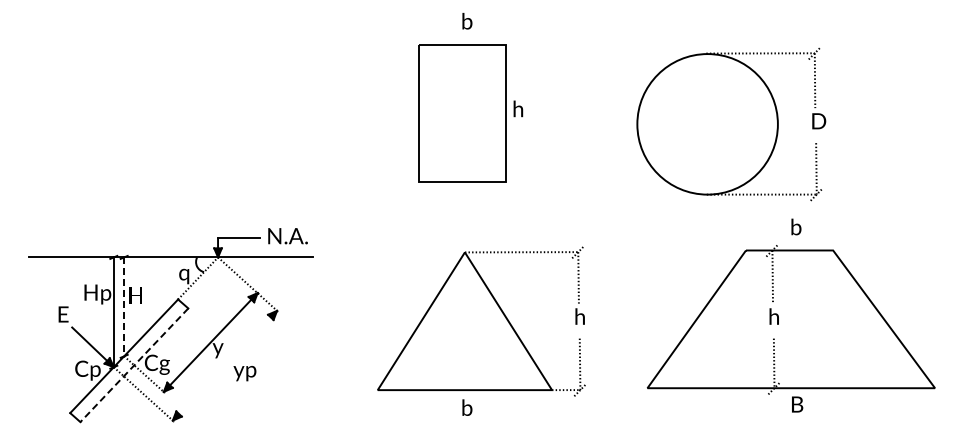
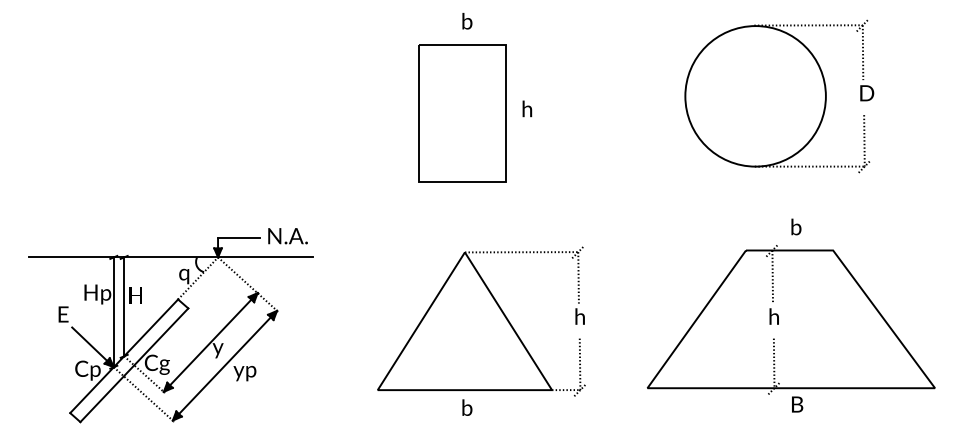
text at (518, 108) position: (518, 108) -> (527, 108)
part at (731, 124) position: (731, 124) -> (779, 96)
line at (124, 307): dashed -> solid
line at (134, 365): dashed -> solid
line at (224, 365): none -> present
